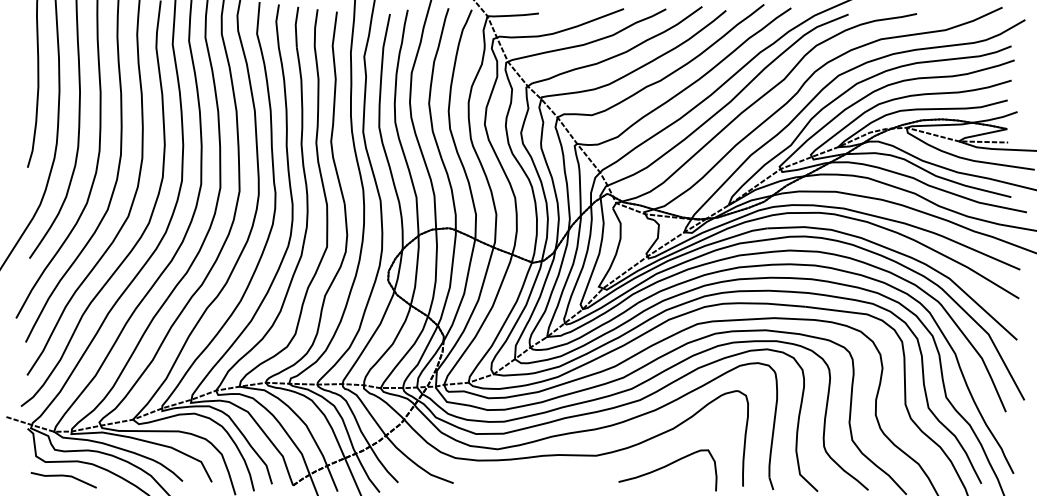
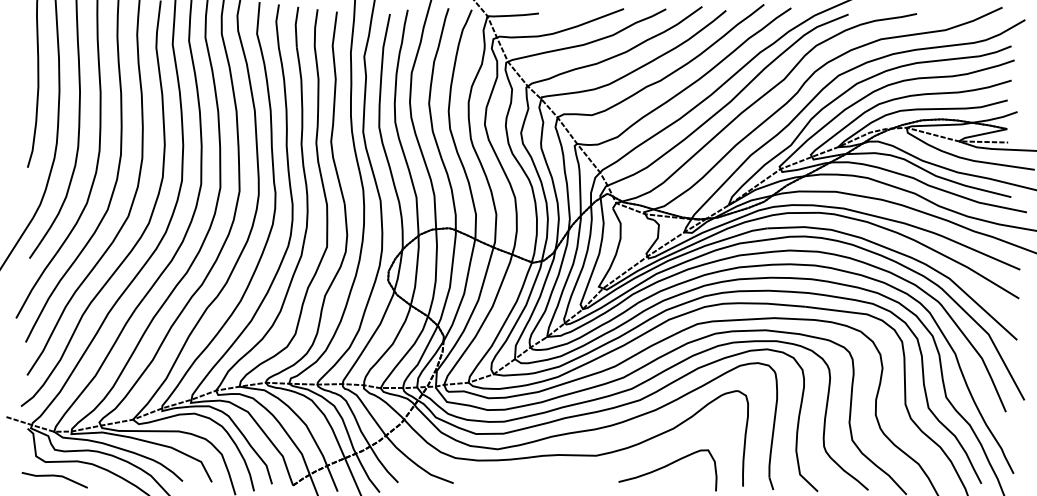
line at (63, 476) position: (63, 476) -> (54, 476)
